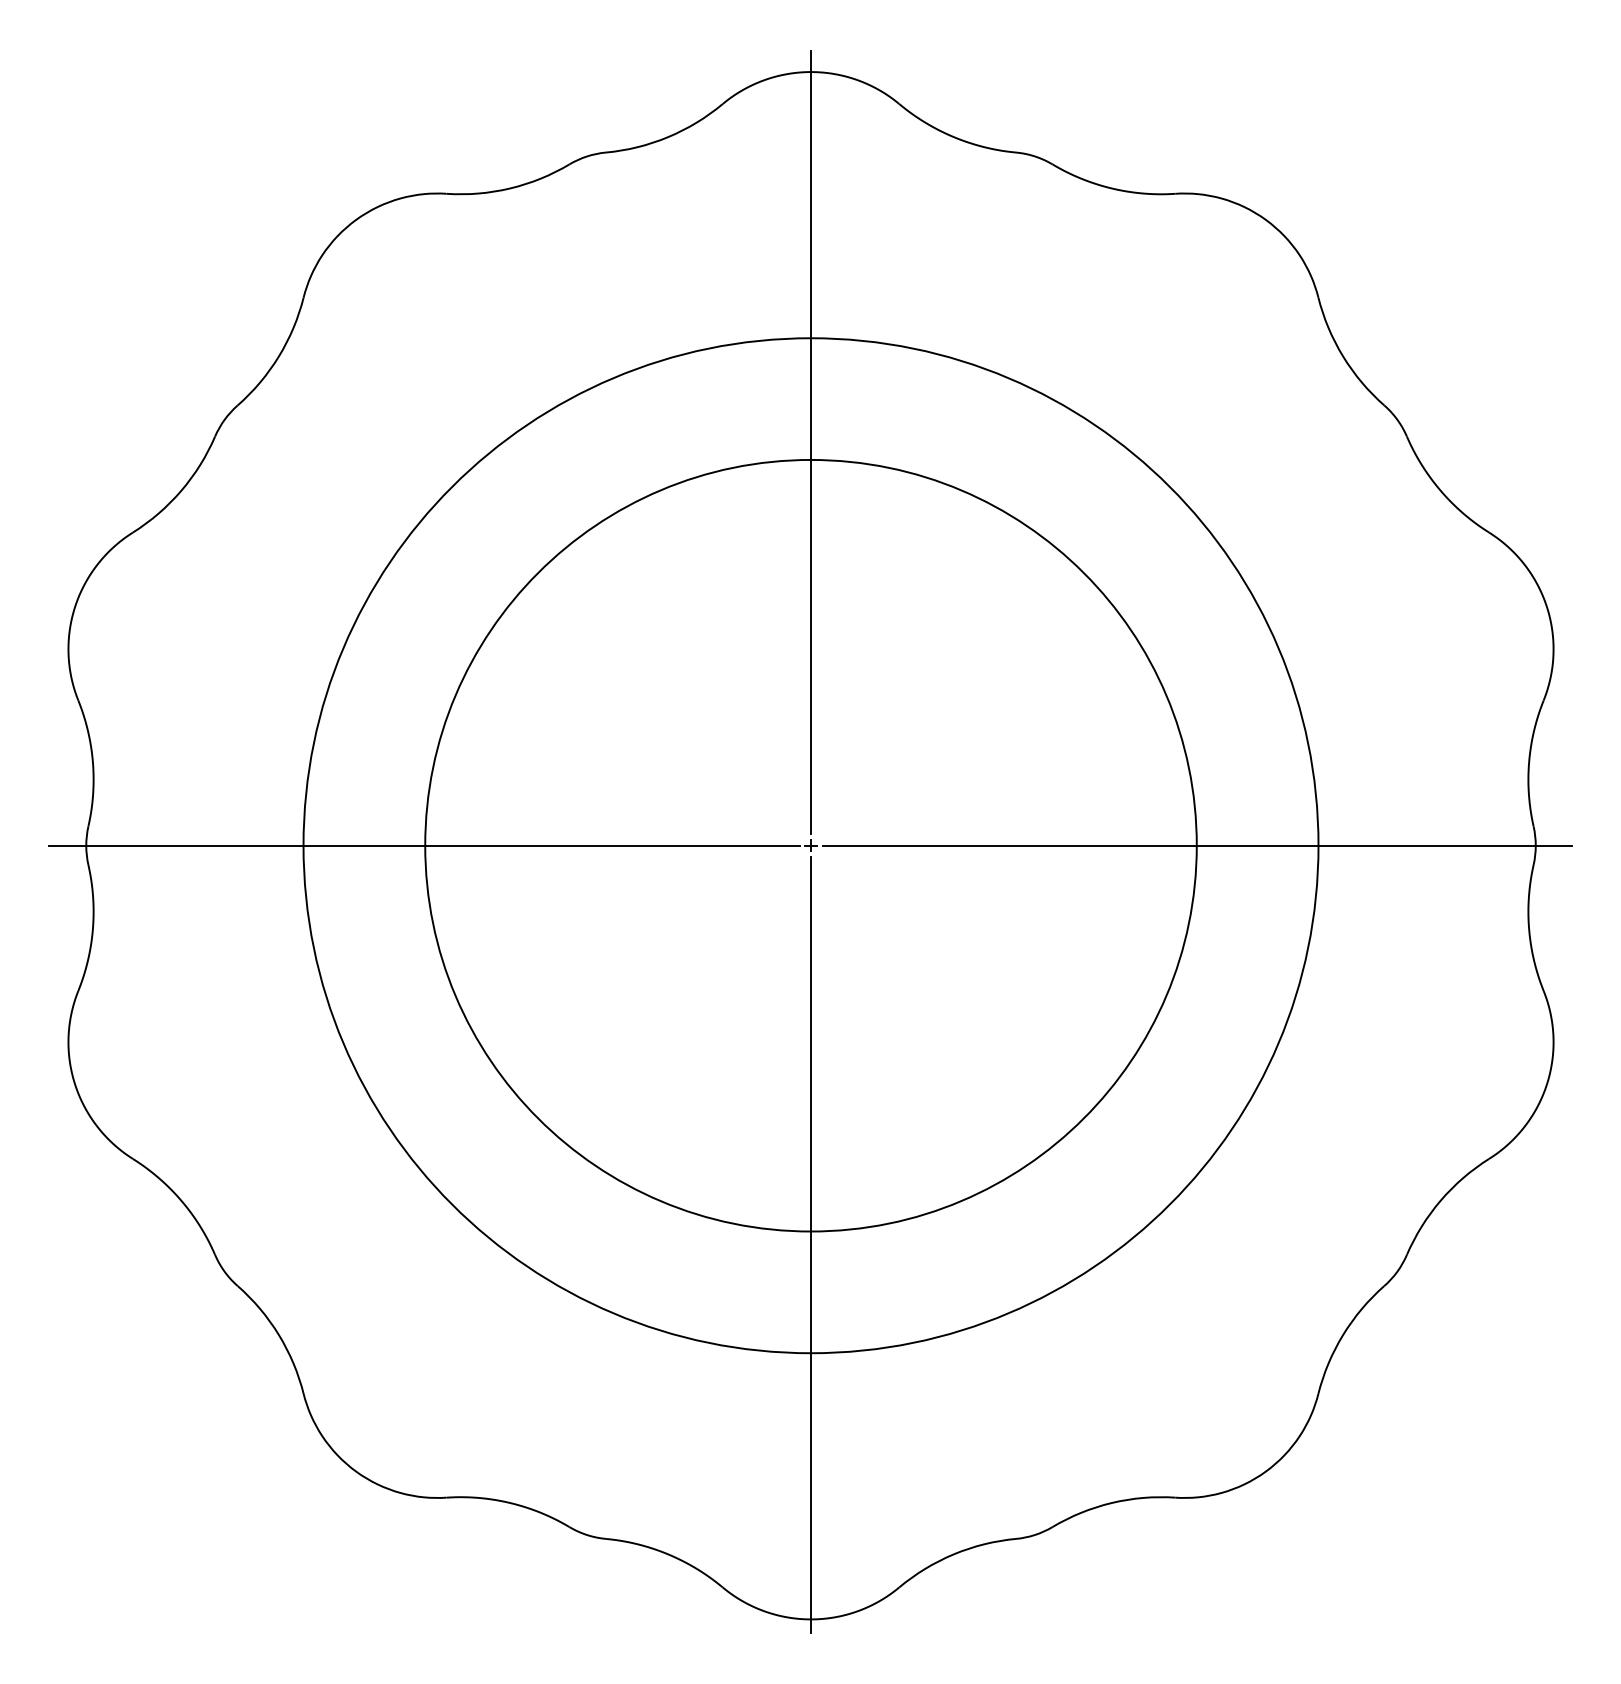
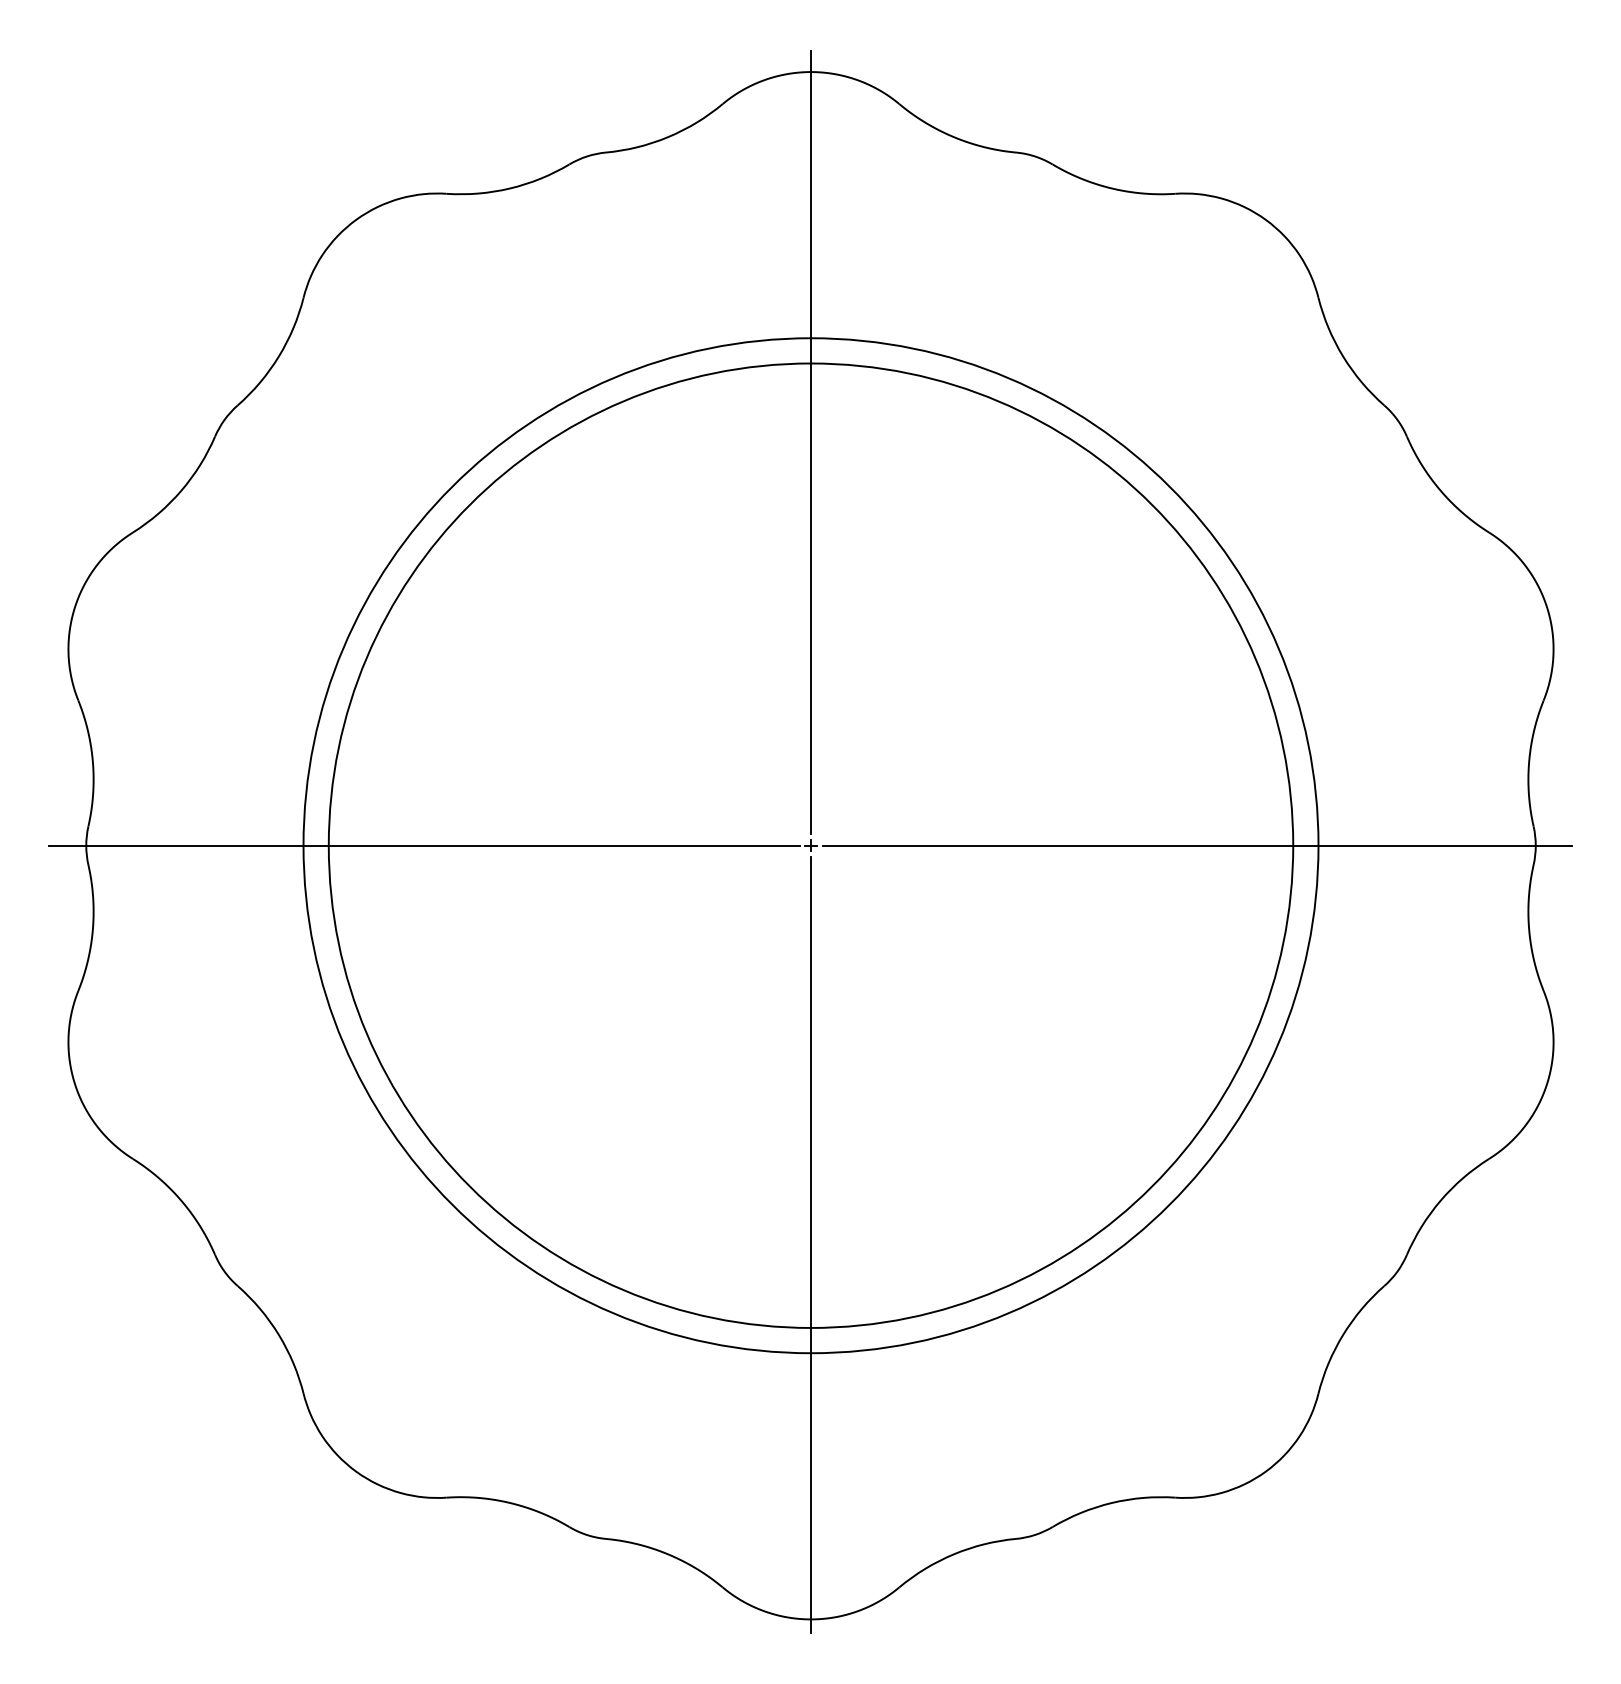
circle at (810, 845) diameter: 772 px -> 964 px
